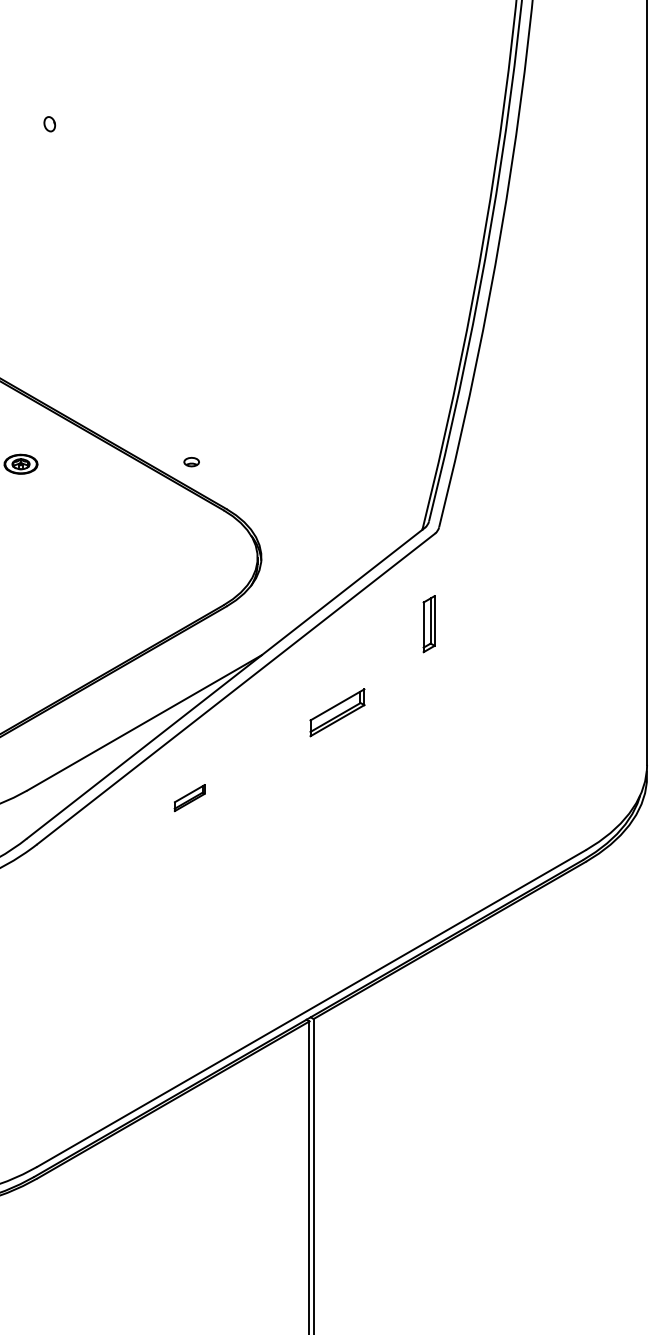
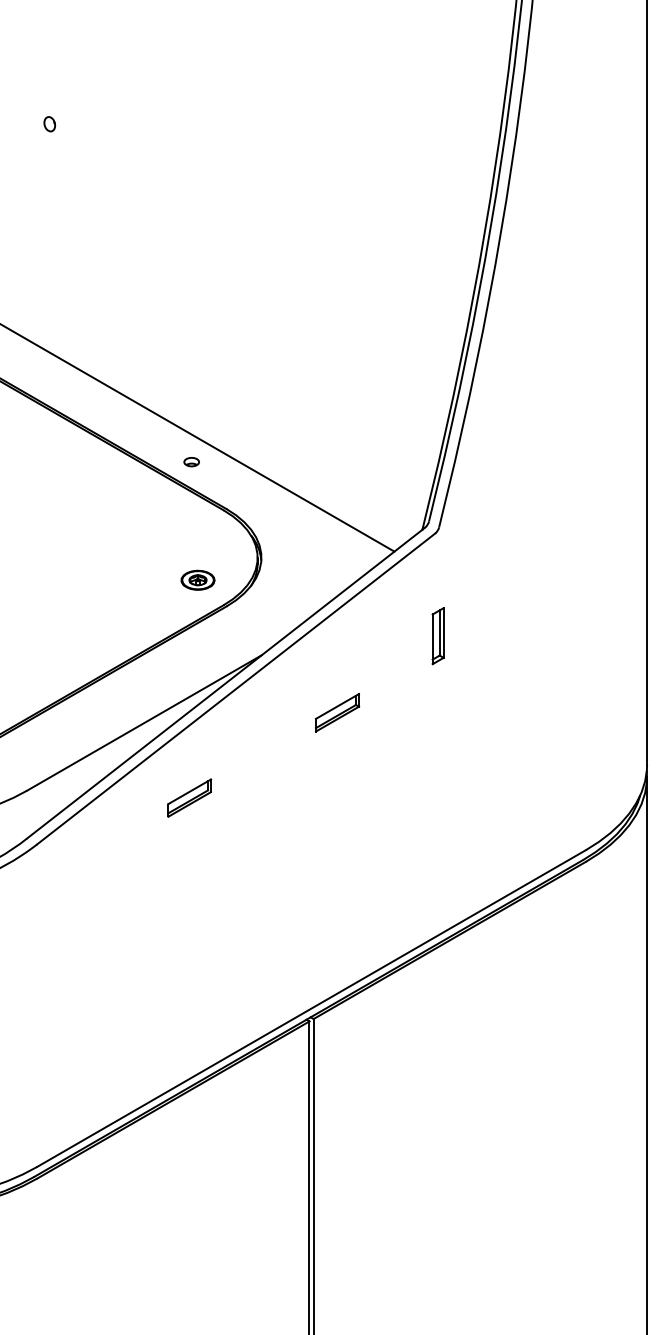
line at (198, 438): none -> present
part at (20, 463) position: (20, 463) -> (197, 579)
part at (428, 624) position: (428, 624) -> (437, 636)
part at (337, 712) size: 57x50 px -> 47x40 px
part at (189, 798) size: 33x29 px -> 46x40 px
line at (647, 1053): none -> present
